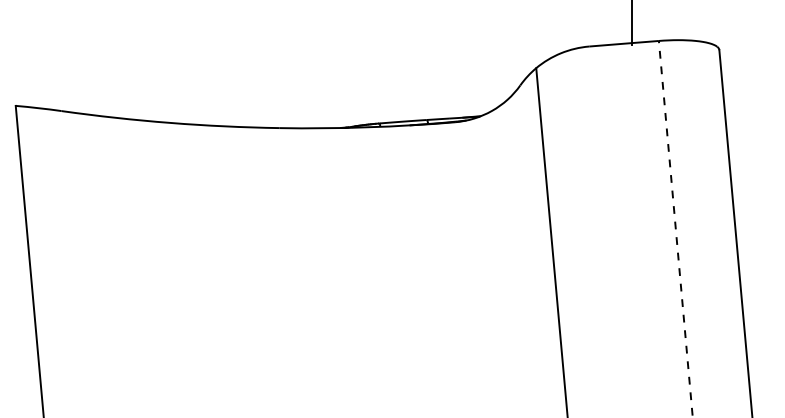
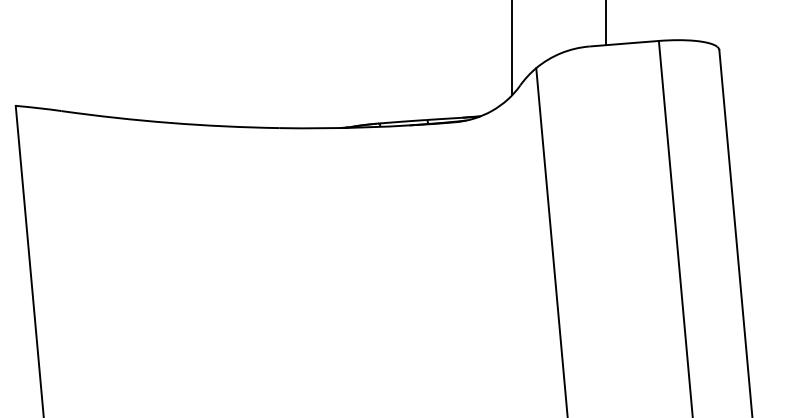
line at (631, 23) position: (631, 23) -> (605, 23)
line at (512, 48): none -> present
line at (675, 229): dashed -> solid
